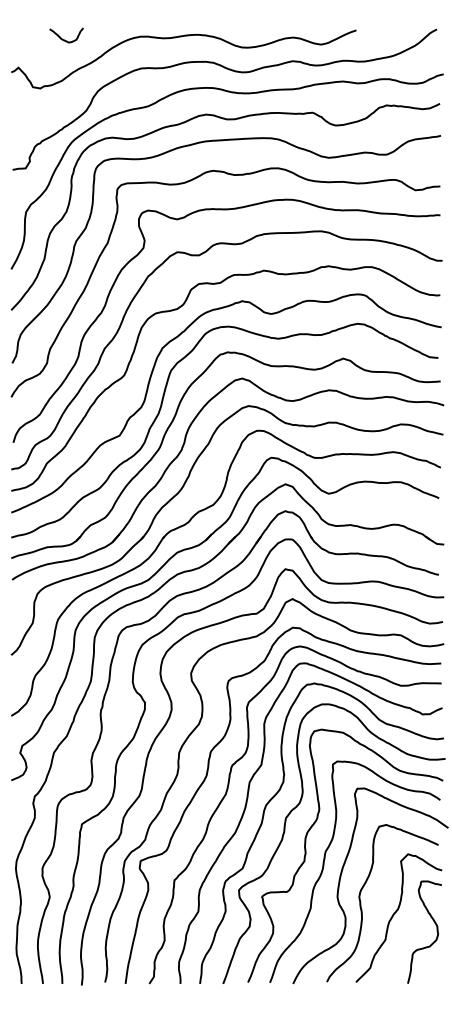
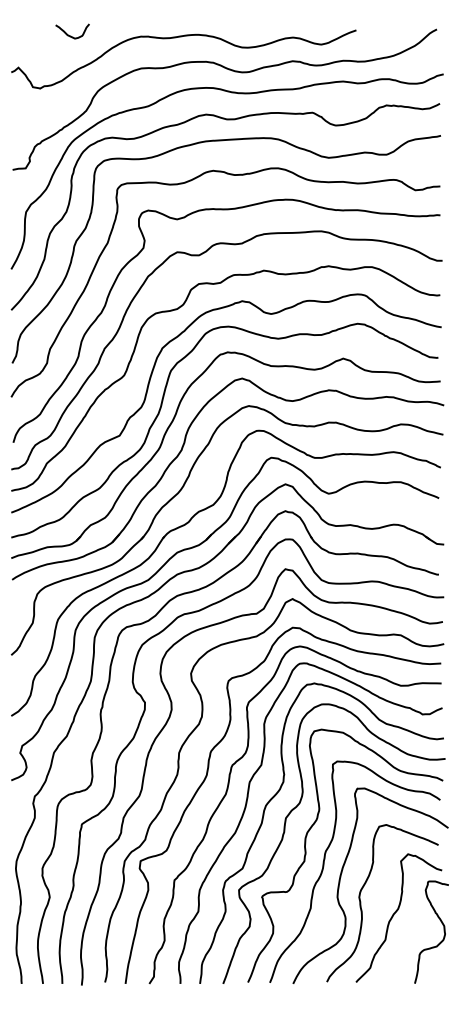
curve at (64, 39) position: (64, 39) -> (70, 35)
curve at (436, 931) position: (436, 931) -> (443, 931)
